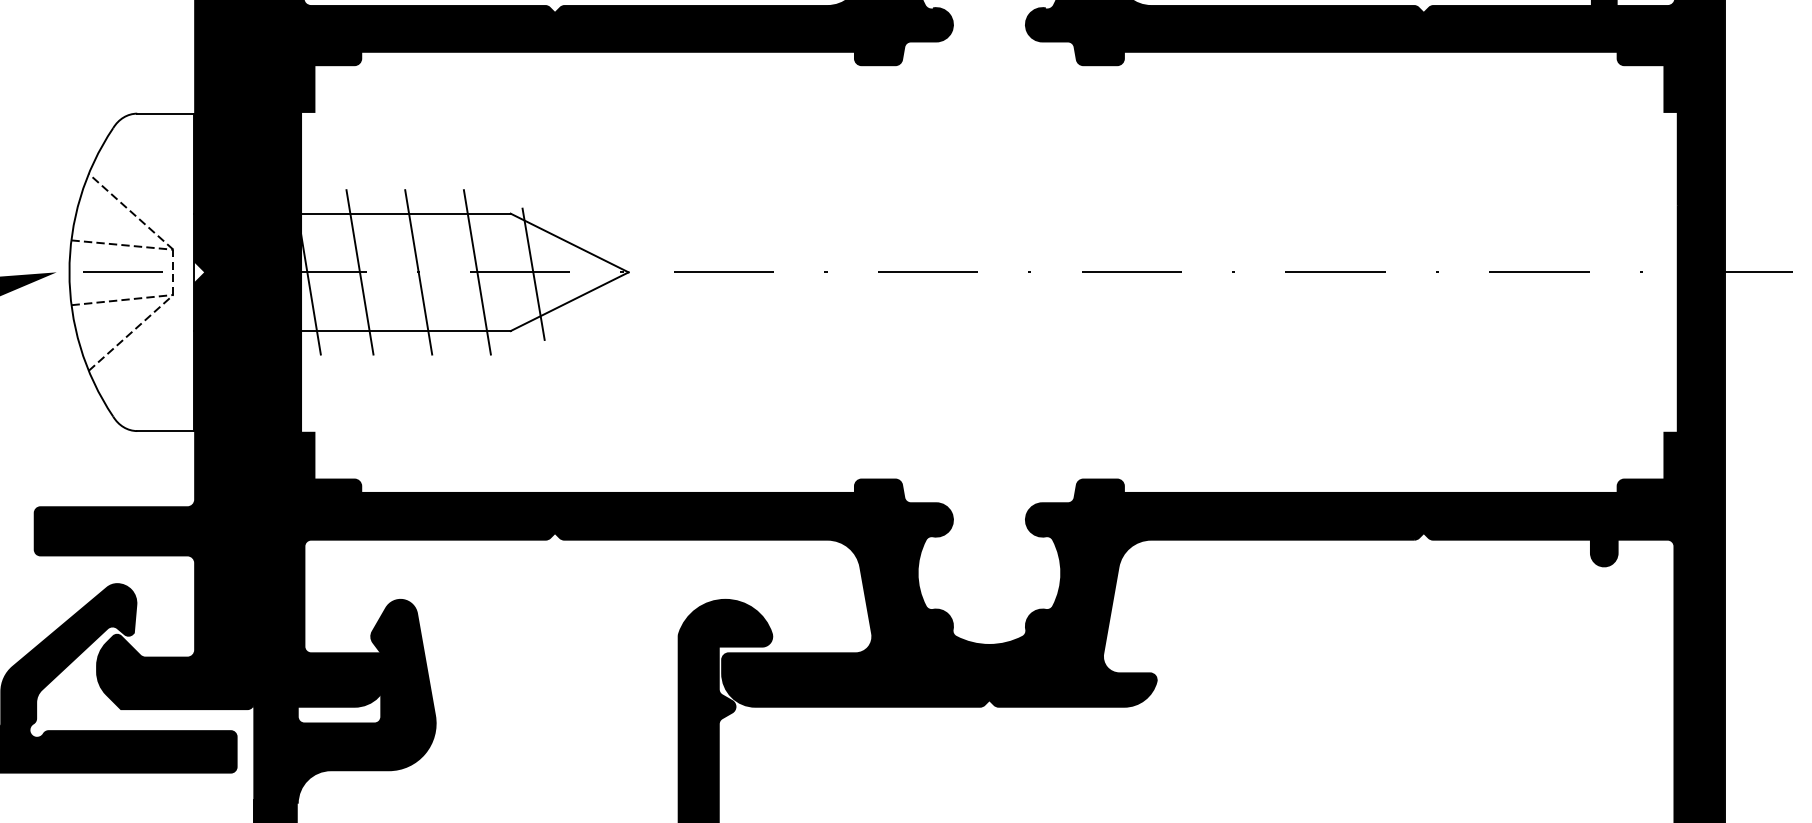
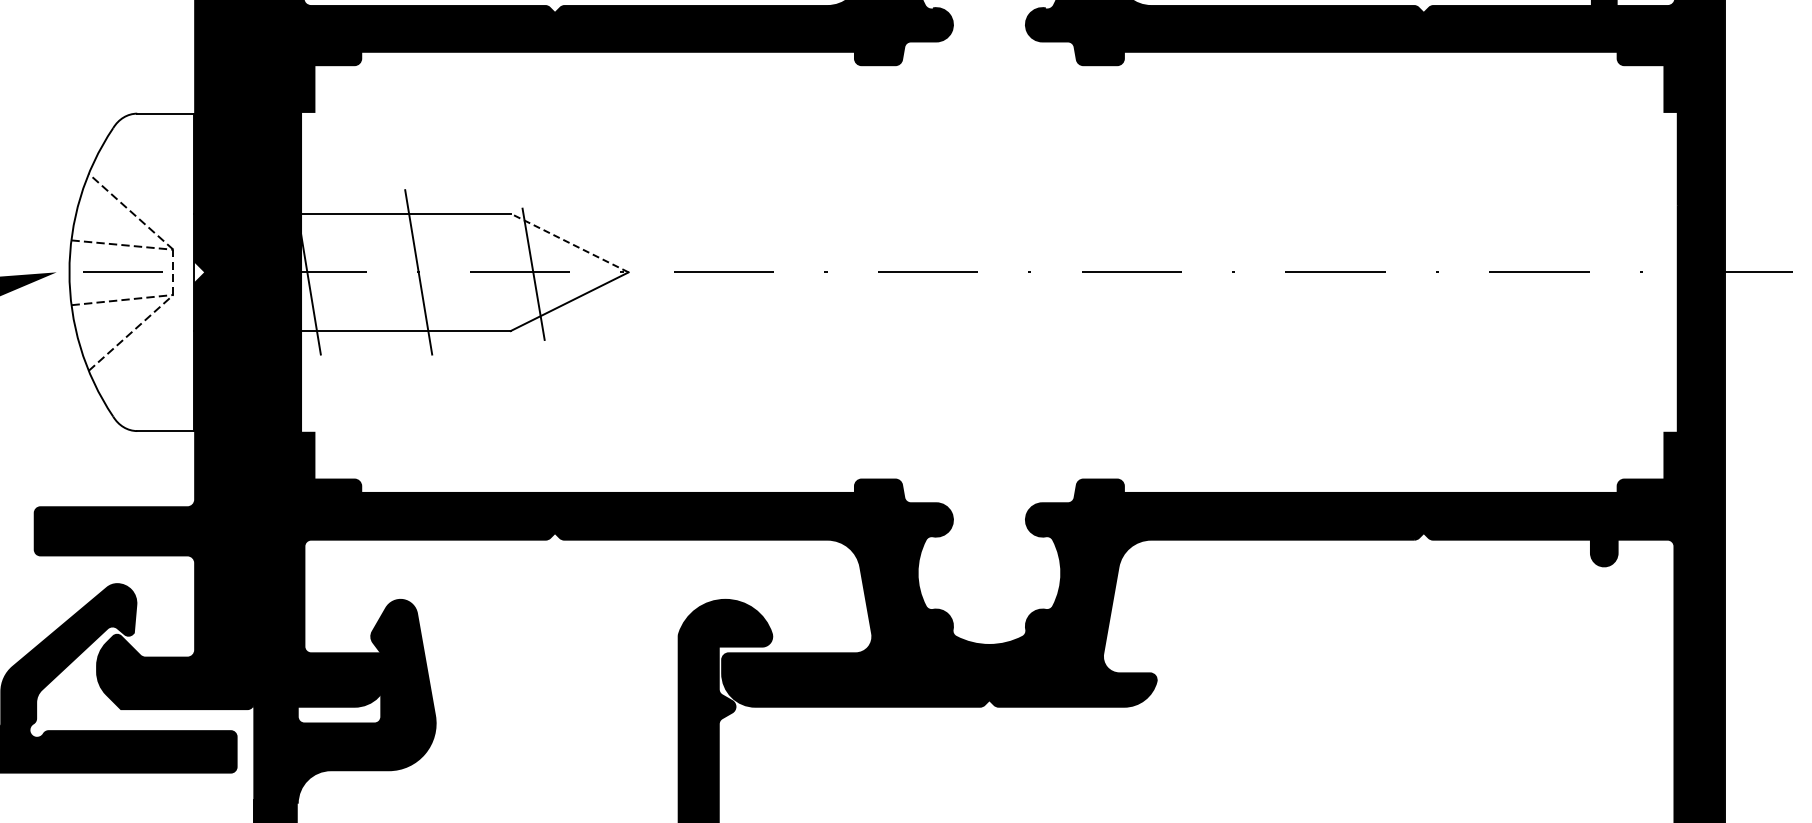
line at (569, 243): solid -> dashed
line at (359, 272): present -> none
line at (476, 272): present -> none
